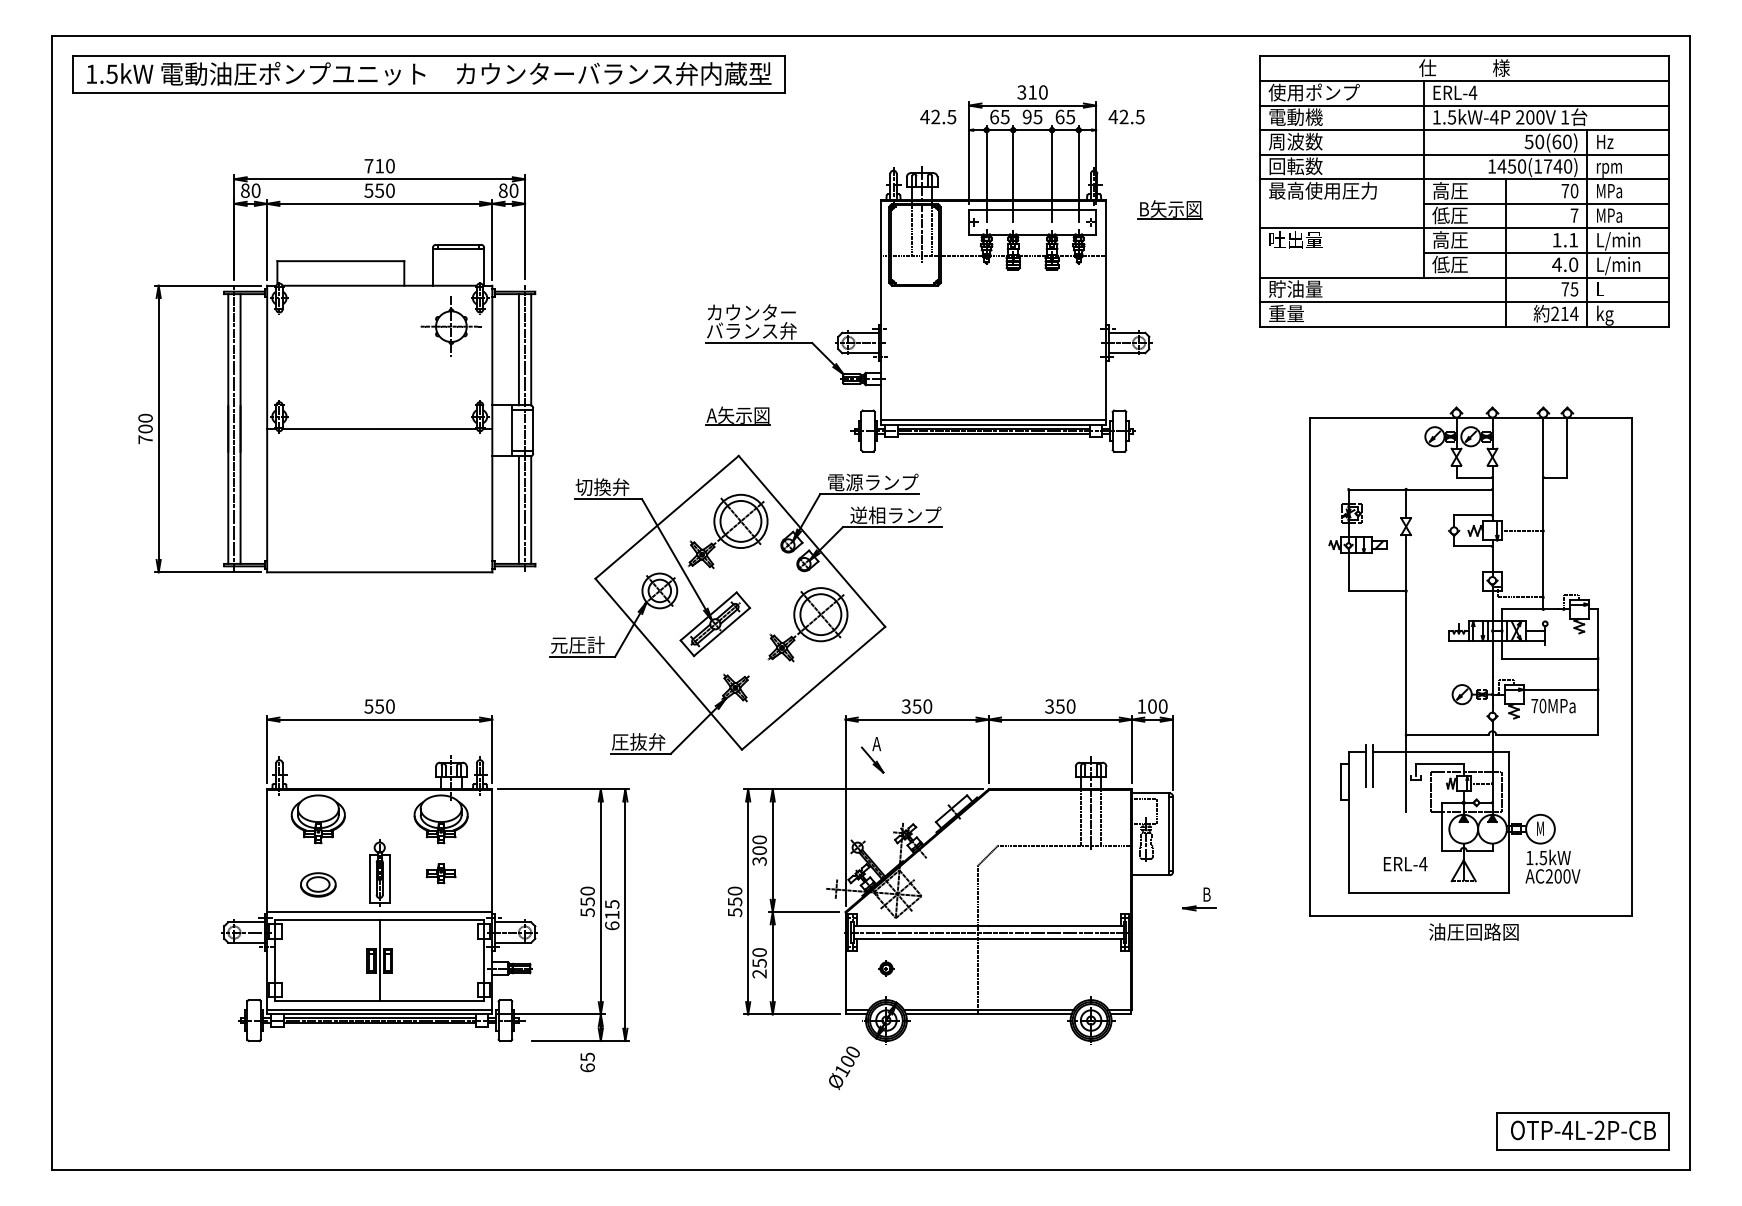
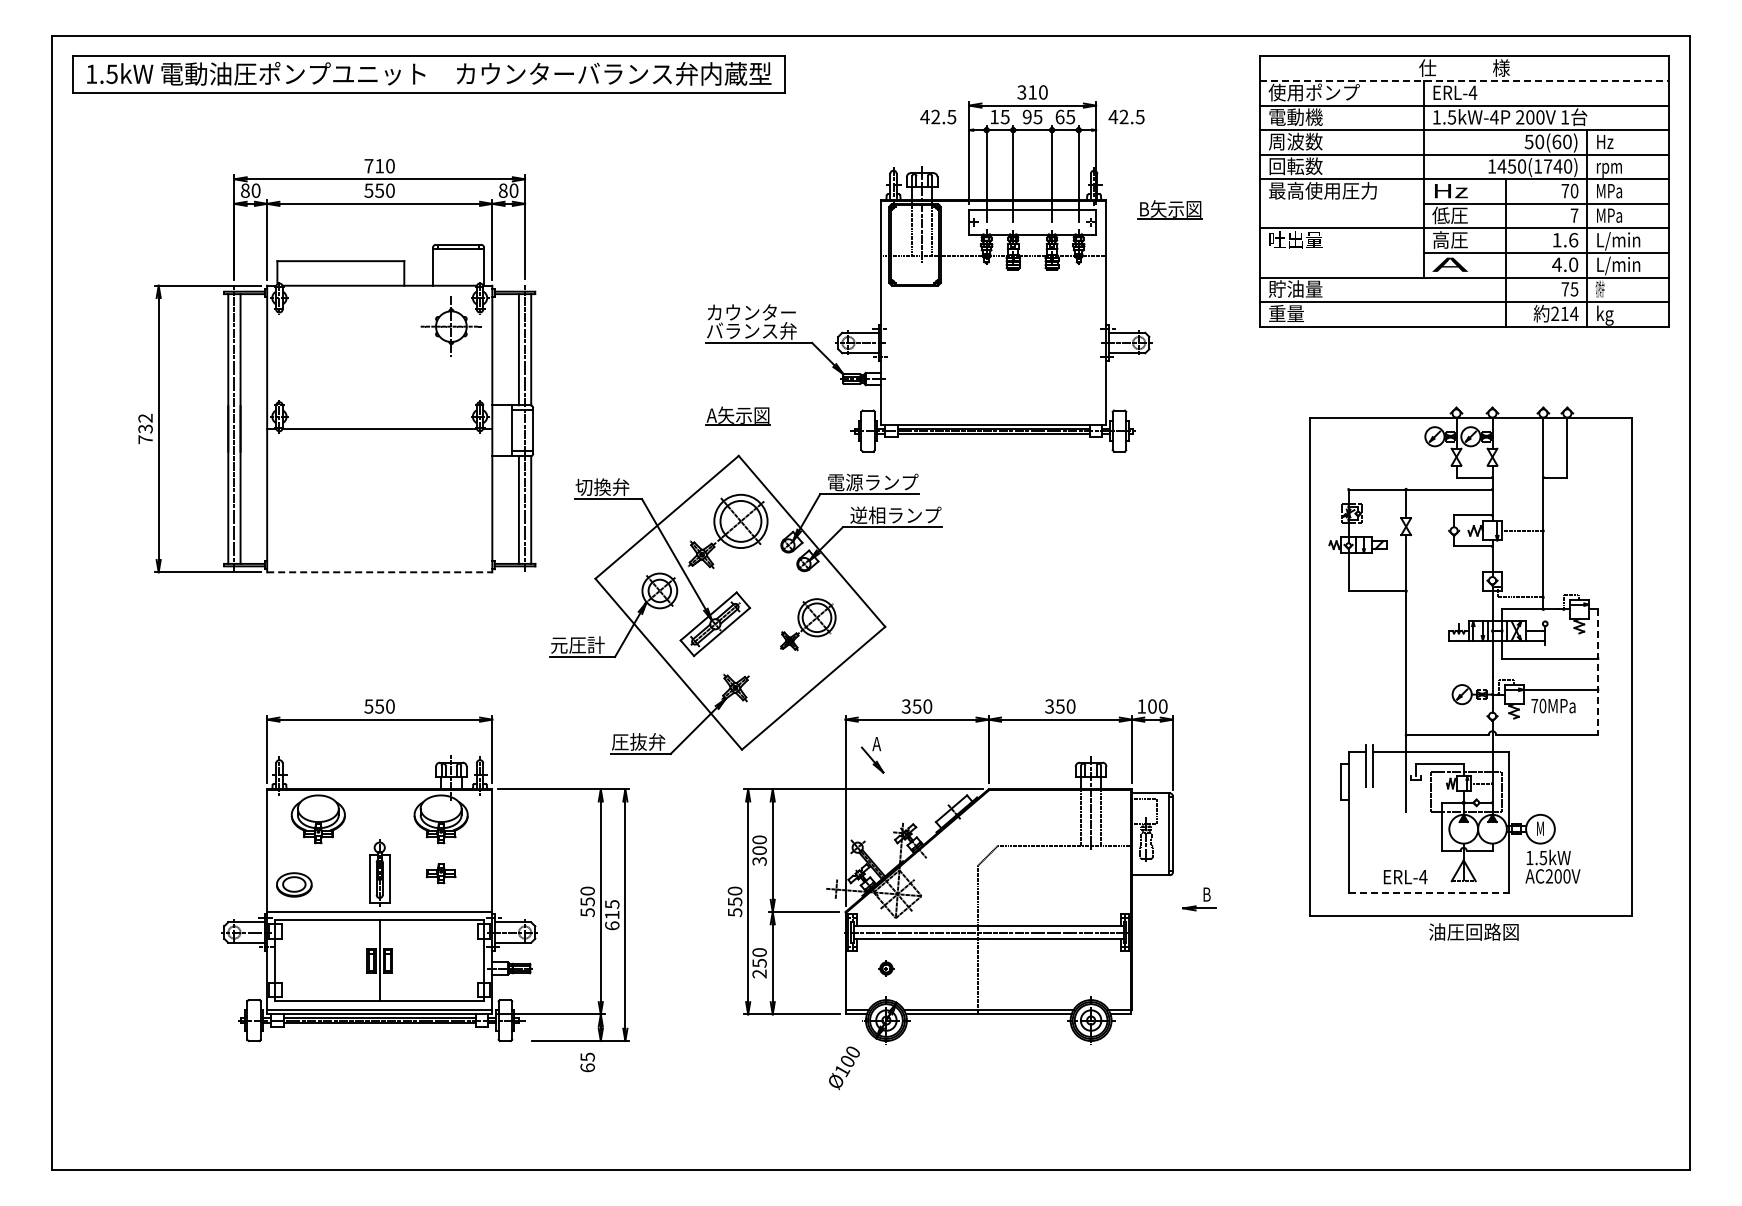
line at (1464, 81): solid -> dashed
text at (994, 116): 65 -> 15
text at (1450, 190): 高圧 -> Hz
text at (1573, 240): 1.1 -> 1.6
text at (1449, 264): 低圧 -> A
text at (1599, 288): L -> 切換弁
line at (993, 420): present -> none
text at (145, 423): 700 -> 732
line at (379, 572): solid -> dashed
part at (807, 624) size: 82x76 px -> 57x54 px
line at (1598, 672): solid -> dashed
text at (1405, 864) position: (1405, 864) -> (1405, 877)
part at (318, 884) position: (318, 884) -> (294, 884)
line at (1429, 893): solid -> dashed
part at (1582, 1131): present -> none
